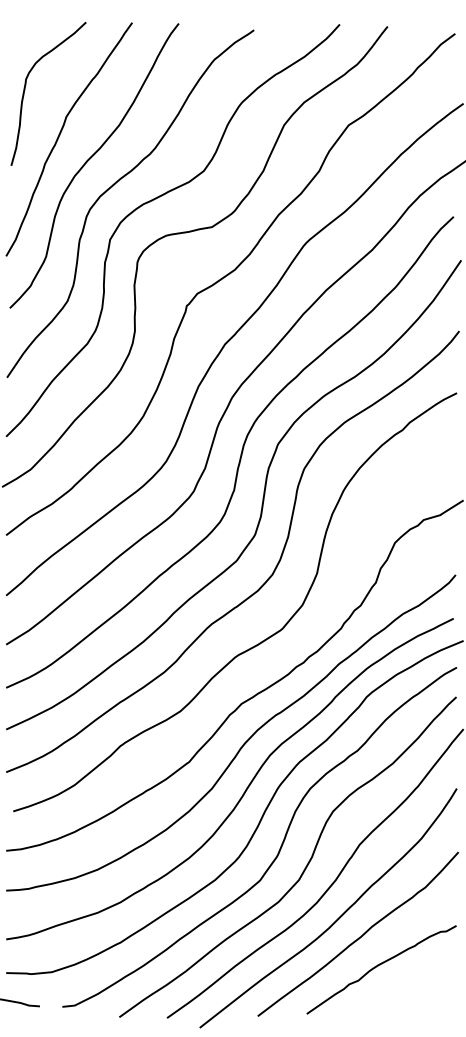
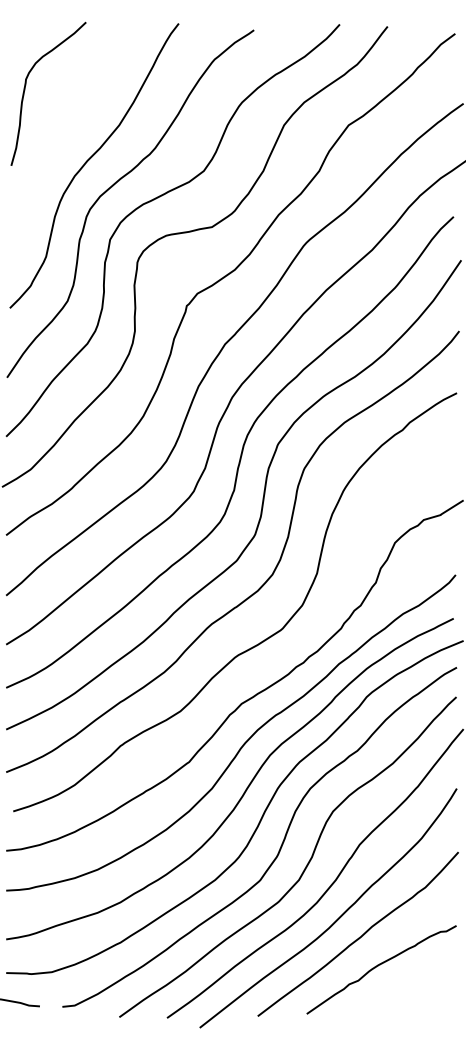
curve at (60, 135): present -> none
